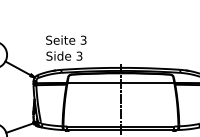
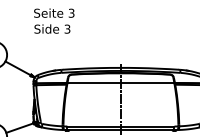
text at (66, 47) position: (66, 47) -> (54, 20)
